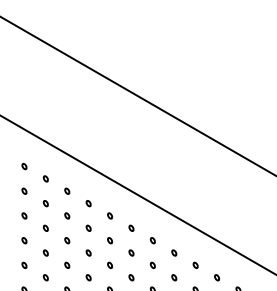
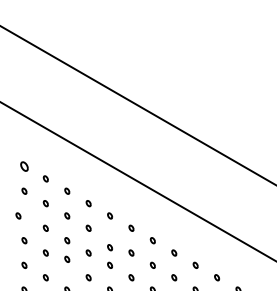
line at (137, 95) position: (137, 95) -> (137, 105)
part at (24, 166) size: 7x9 px -> 9x11 px
line at (137, 194) position: (137, 194) -> (137, 181)
part at (24, 215) position: (24, 215) -> (18, 215)
part at (109, 240) position: (109, 240) -> (109, 247)
part at (67, 264) position: (67, 264) -> (67, 258)
